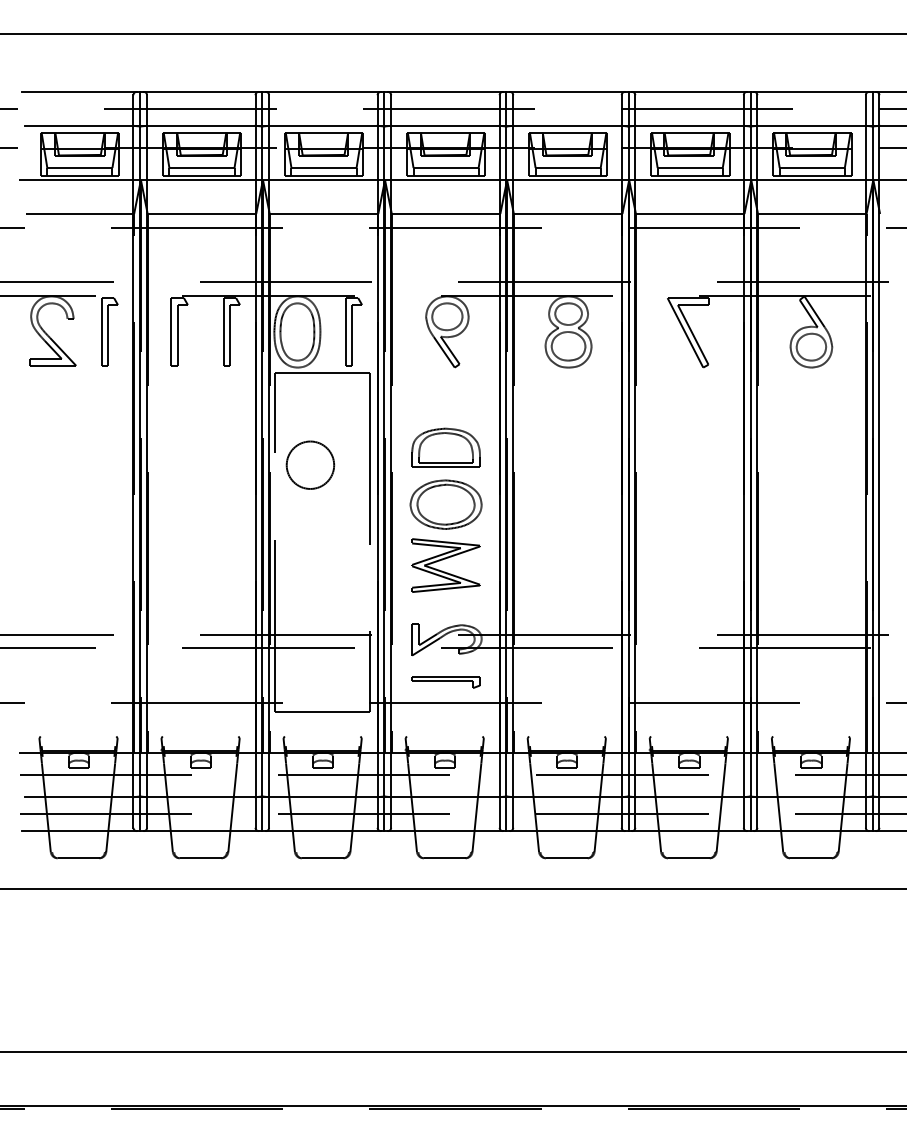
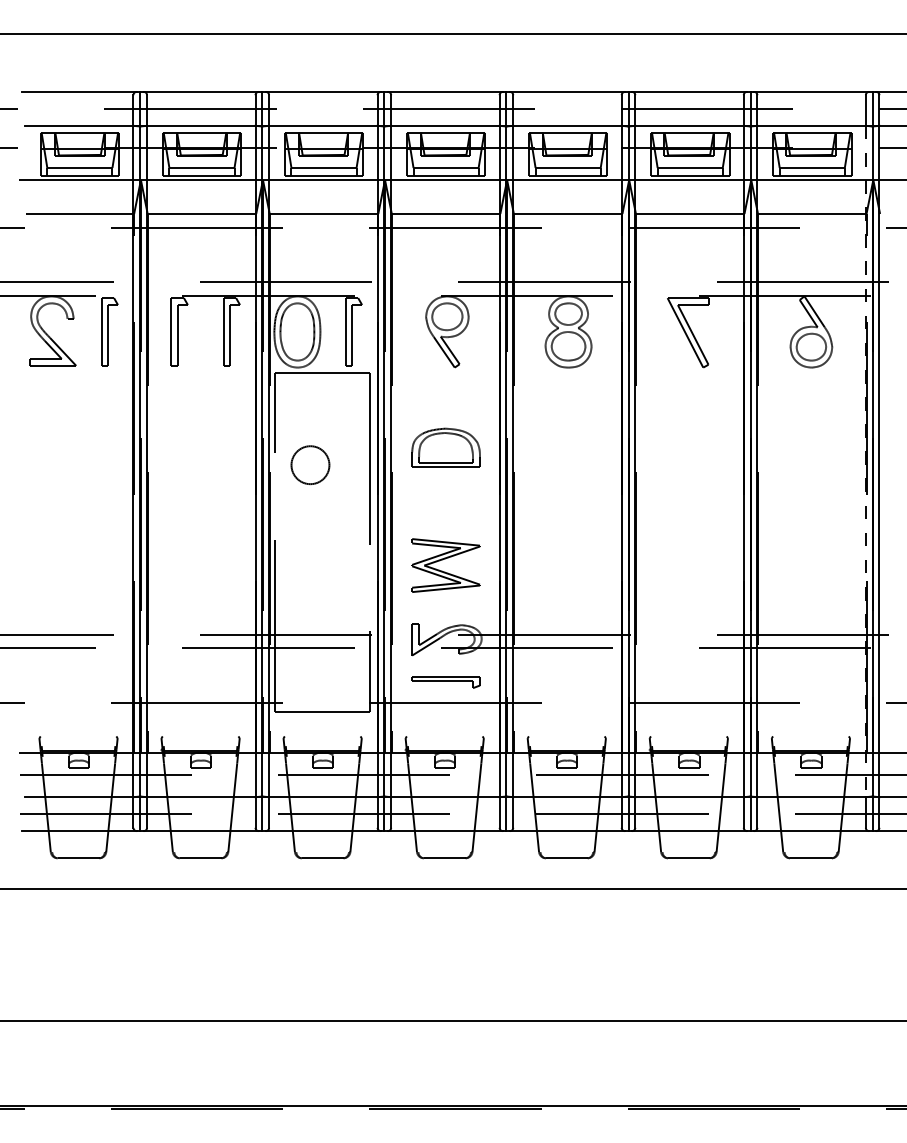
line at (865, 461): solid -> dashed
circle at (310, 464) size: 51x50 px -> 41x40 px
part at (445, 504): present -> none
line at (452, 1051) position: (452, 1051) -> (452, 1020)
